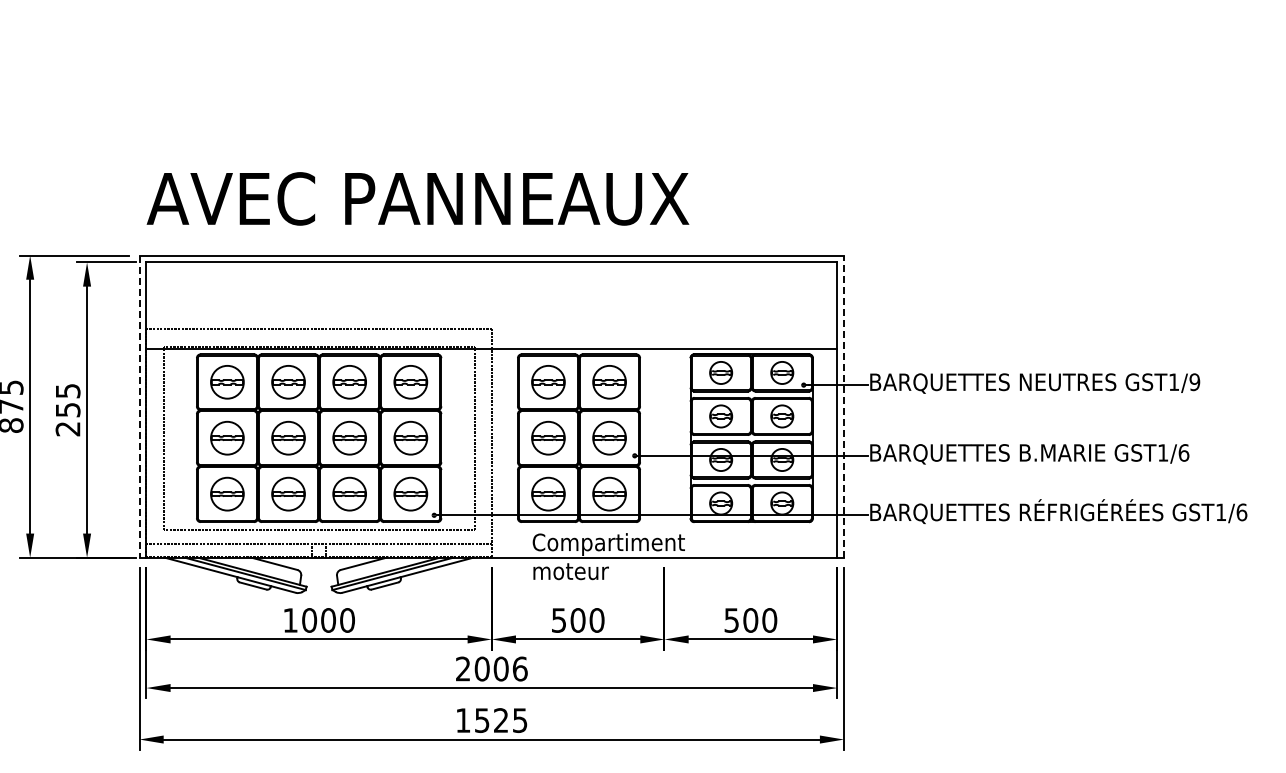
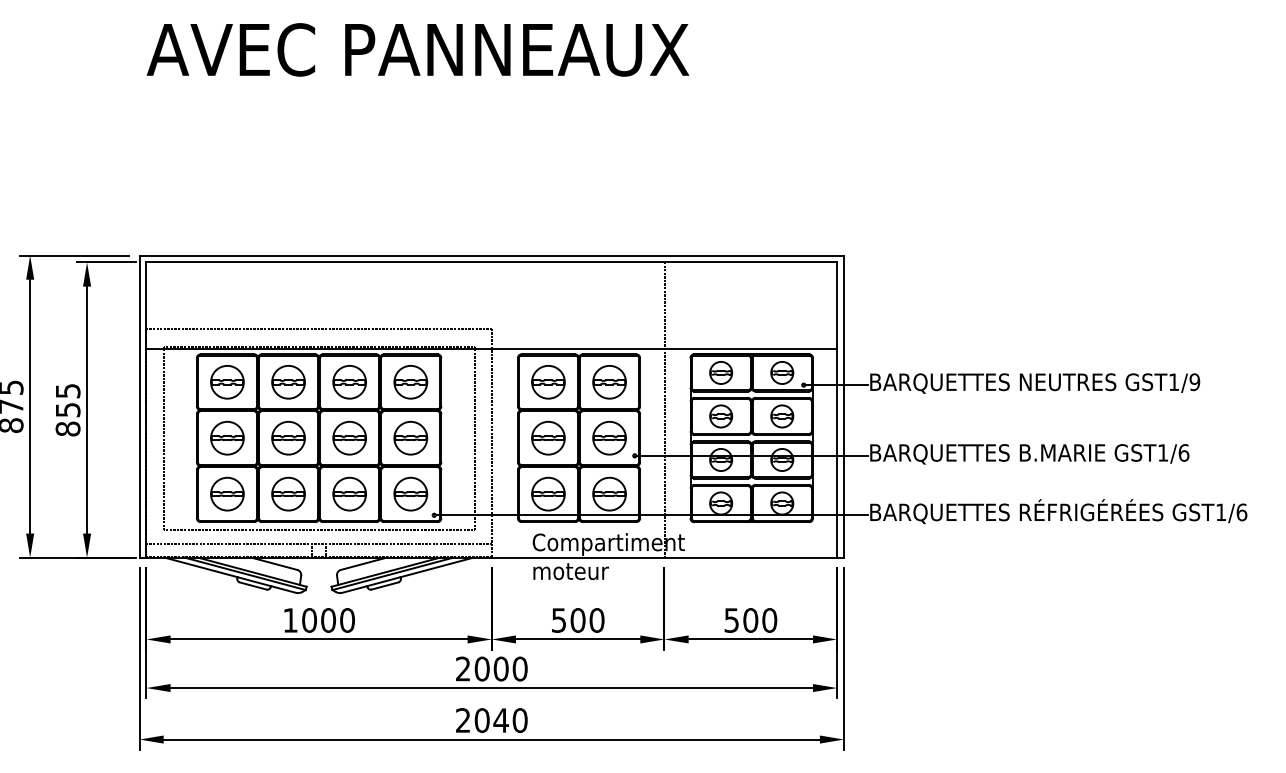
text at (417, 198) position: (417, 198) -> (417, 49)
line at (844, 406): dashed -> solid
line at (139, 407): dashed -> solid
line at (664, 409): none -> present
text at (67, 428): 255 -> 855
text at (519, 668): 2006 -> 2000
text at (491, 720): 1525 -> 2040
